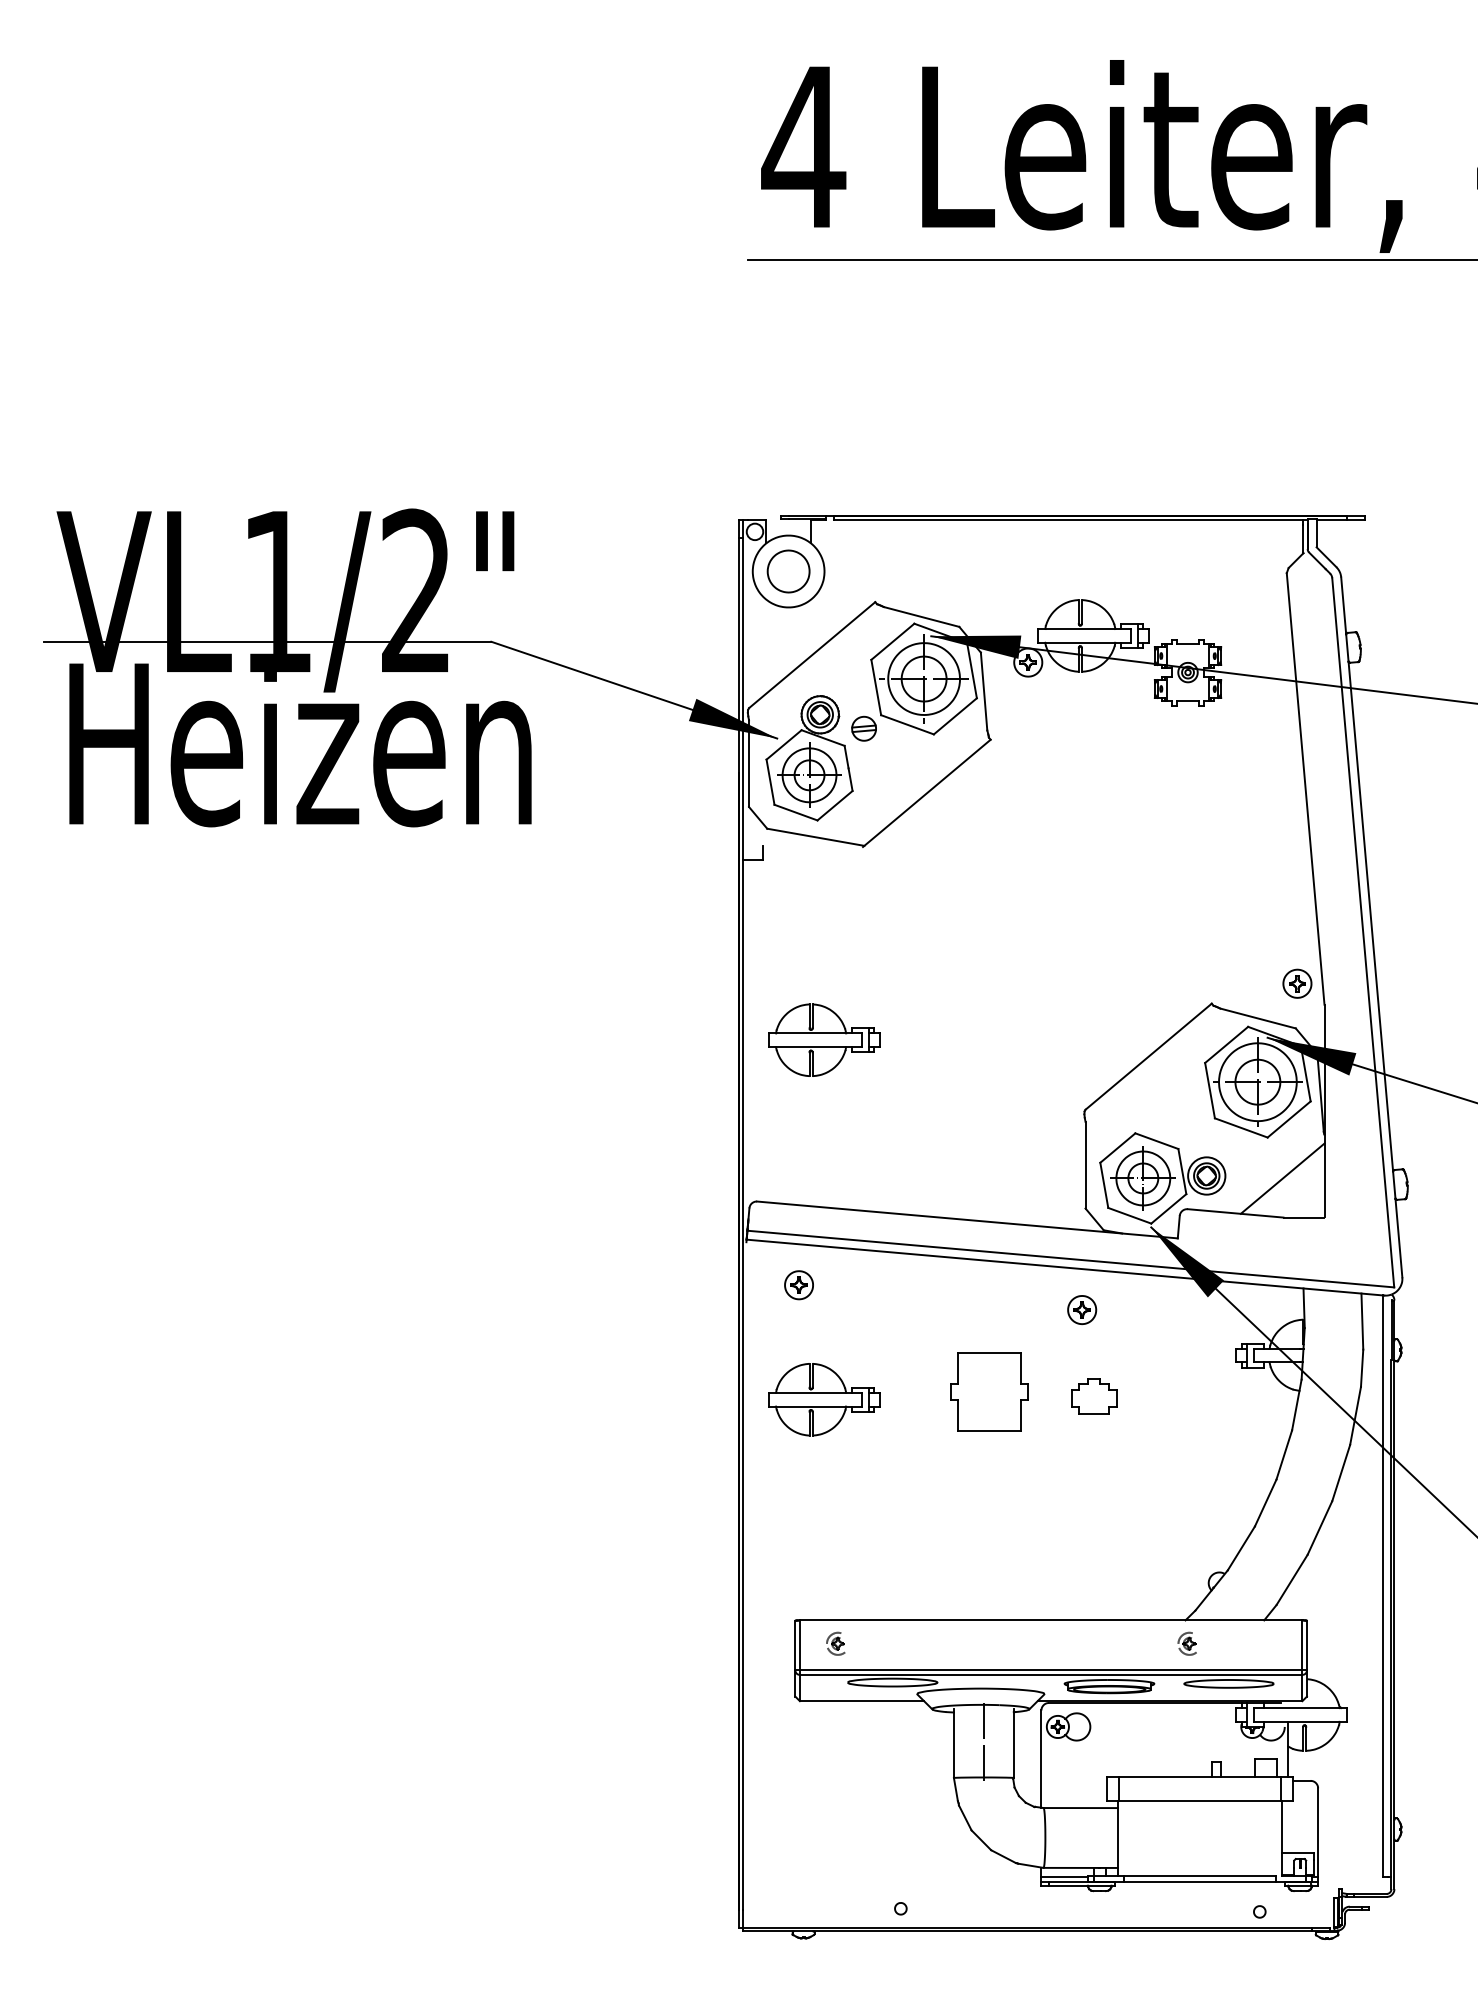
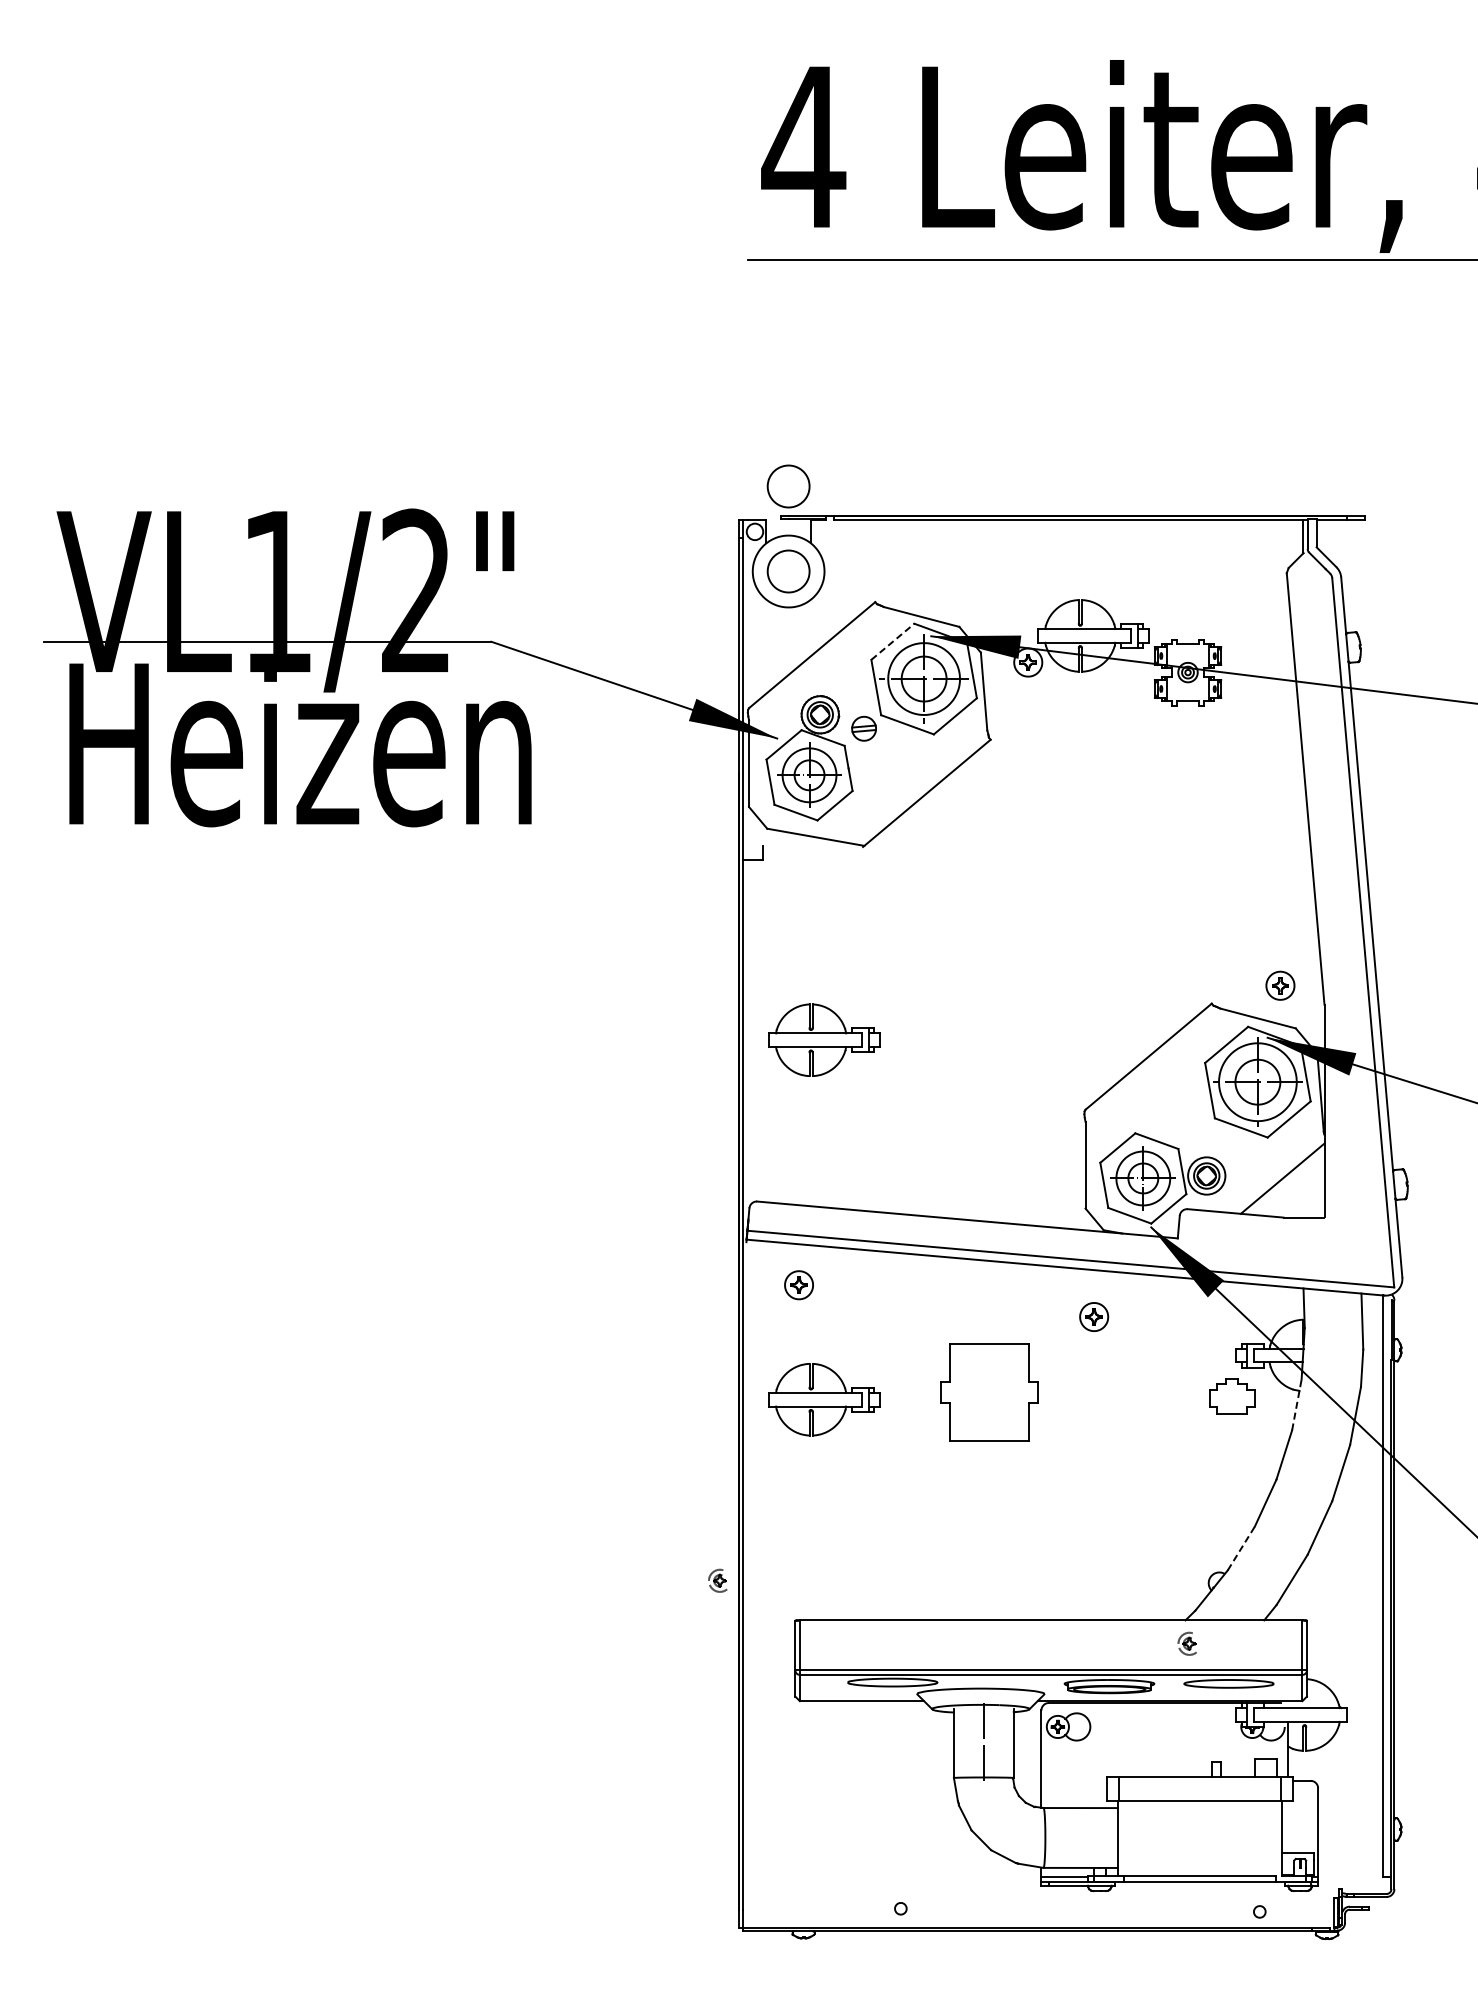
part at (788, 486): none -> present
line at (893, 641): solid -> dashed
part at (1297, 983) position: (1297, 983) -> (1280, 985)
part at (1082, 1309) position: (1082, 1309) -> (1094, 1316)
part at (989, 1391) size: 79x80 px -> 99x99 px
part at (1094, 1396) position: (1094, 1396) -> (1232, 1396)
line at (1296, 1404): solid -> dashed
line at (1241, 1548): solid -> dashed
part at (835, 1643) position: (835, 1643) -> (717, 1580)
